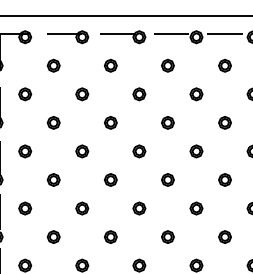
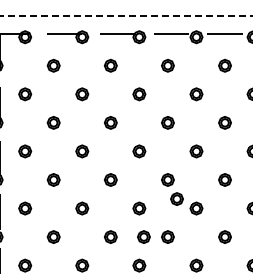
line at (126, 15): solid -> dashed
part at (176, 198): none -> present
part at (143, 236): none -> present
